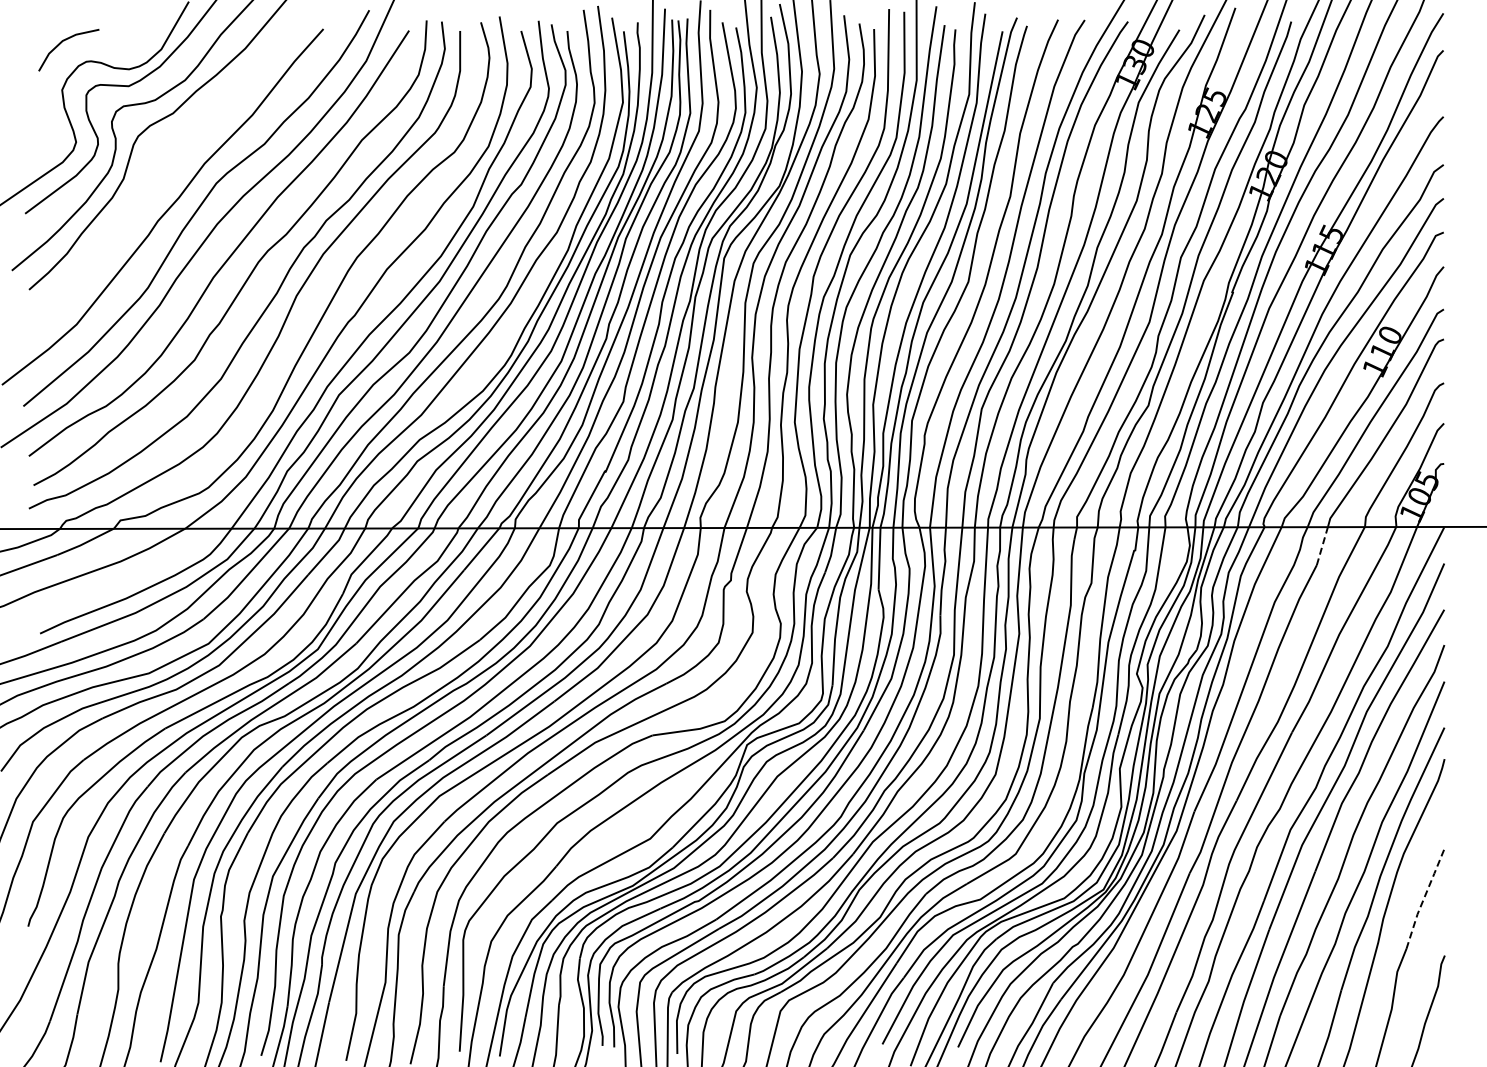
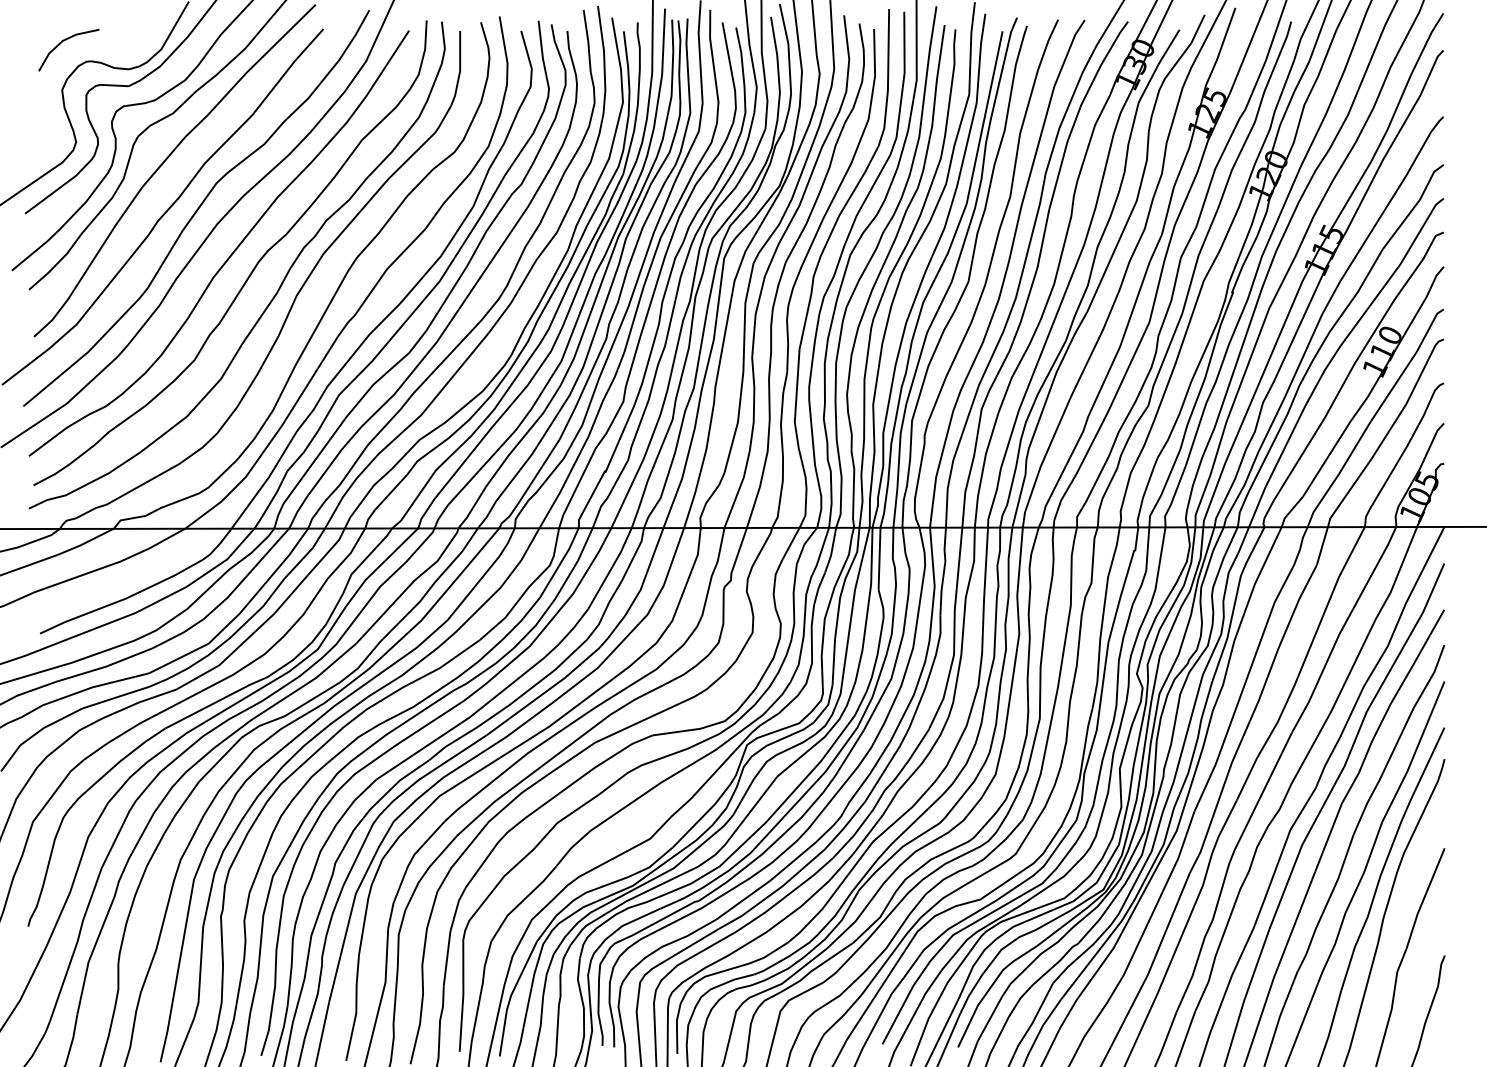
curve at (163, 164): none -> present
line at (1322, 545): dashed -> solid
line at (1424, 897): dashed -> solid
